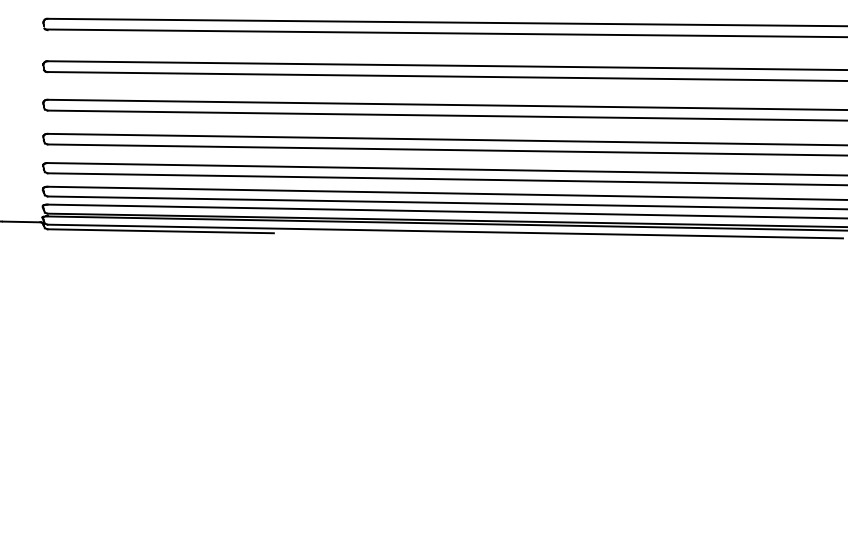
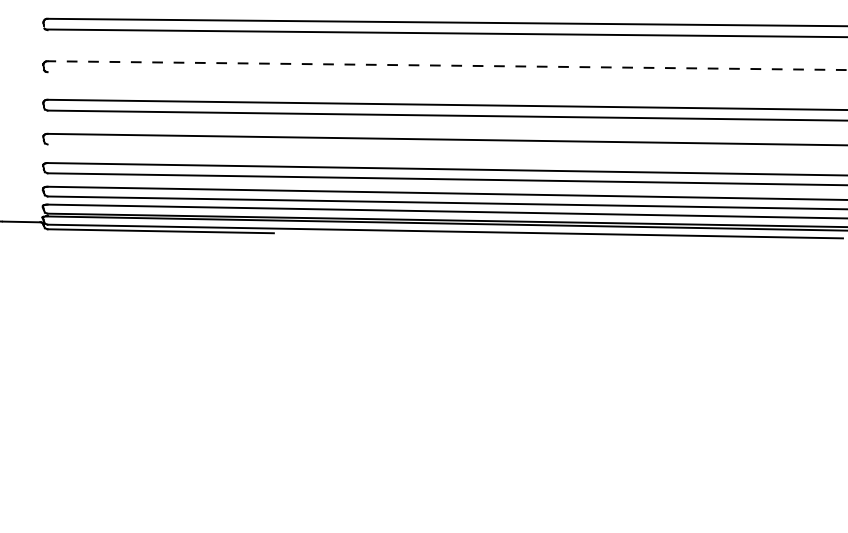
line at (447, 65): solid -> dashed
line at (445, 76): present -> none
line at (445, 149): present -> none
